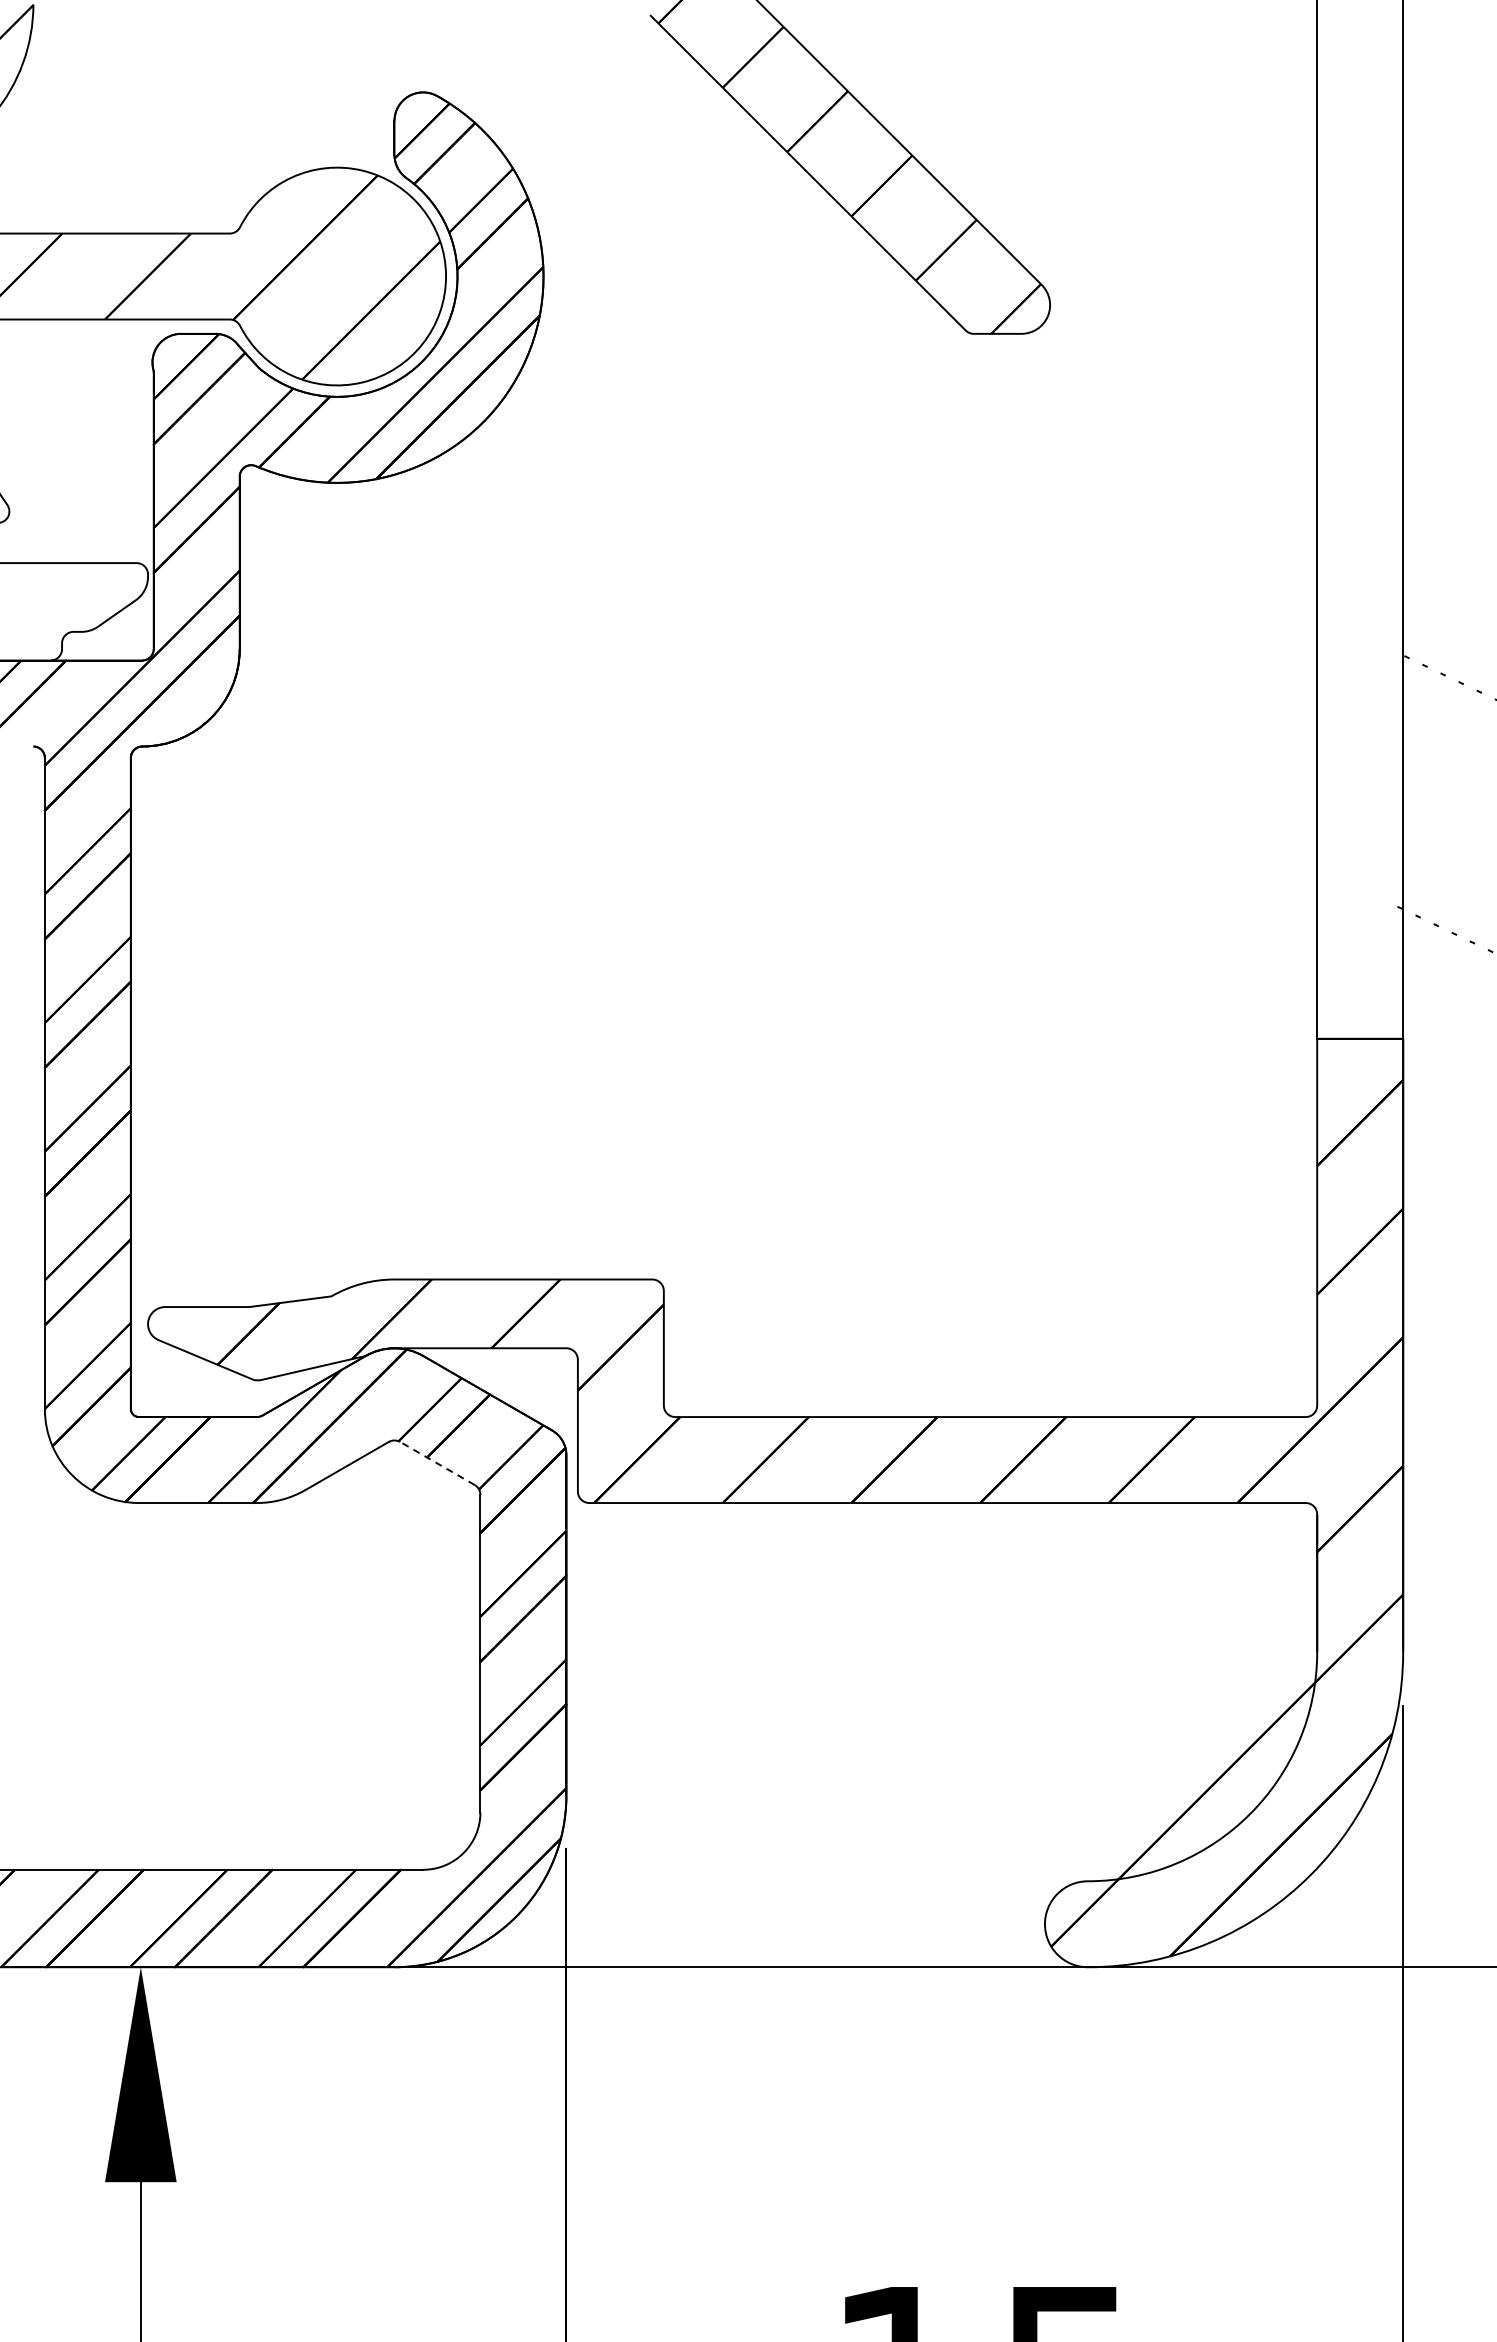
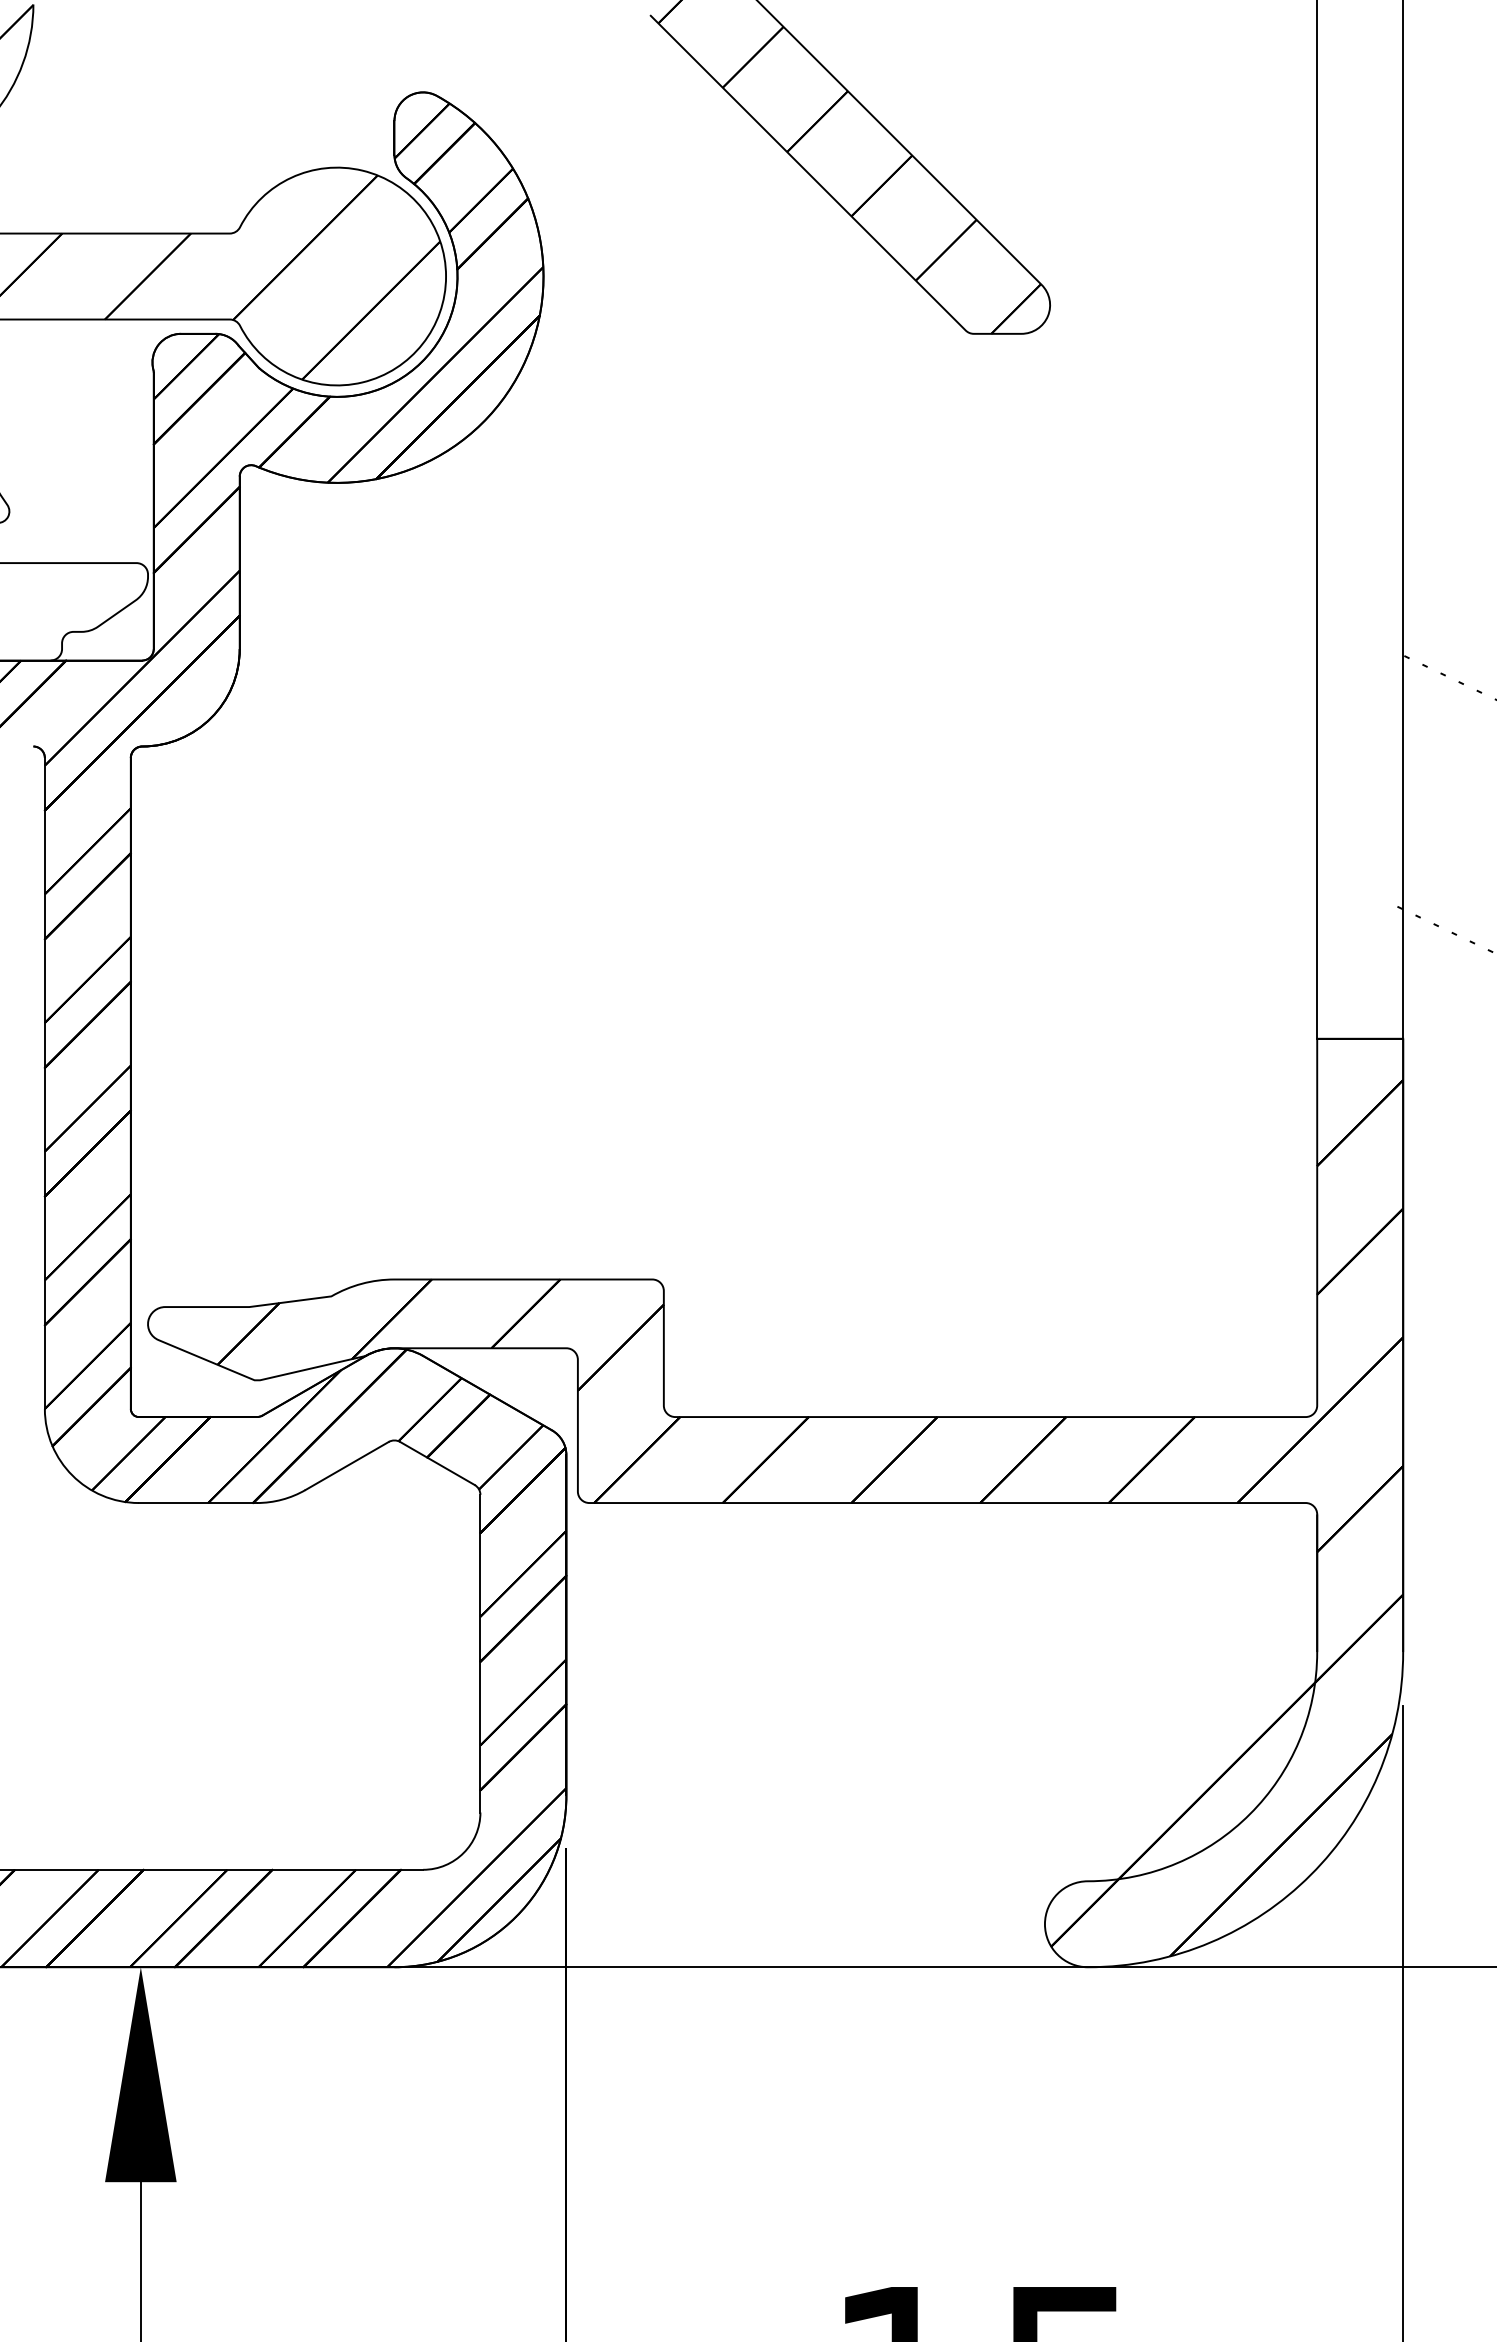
line at (437, 1463): dashed -> solid
